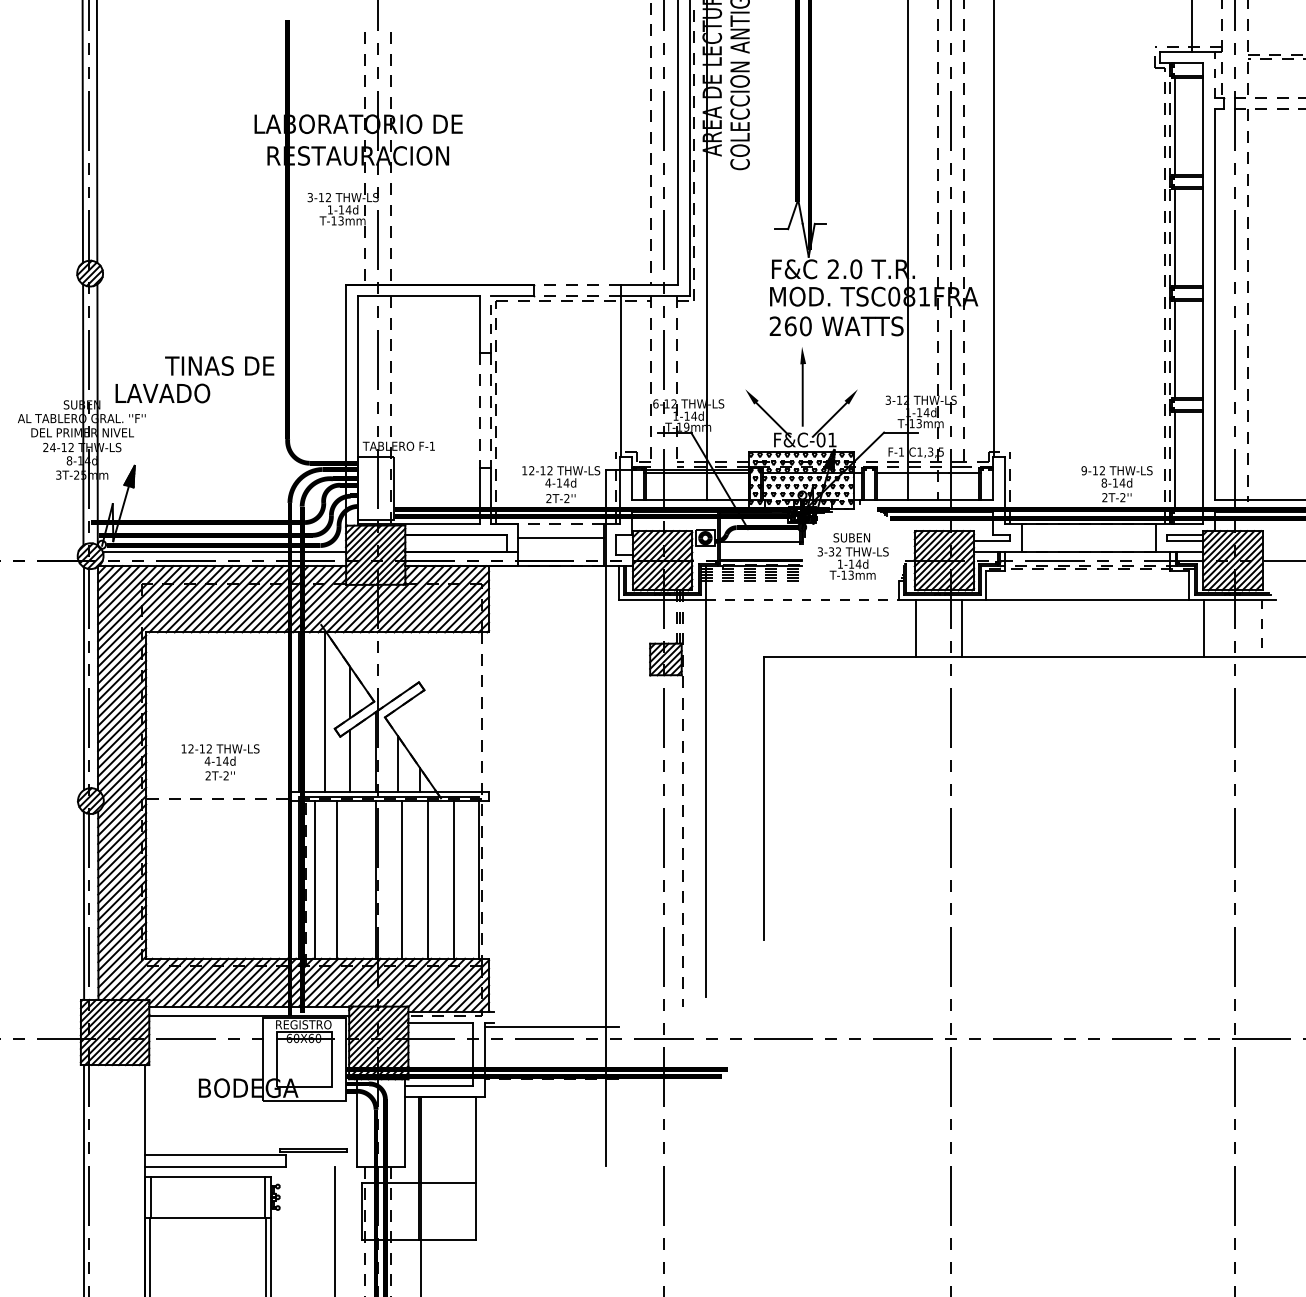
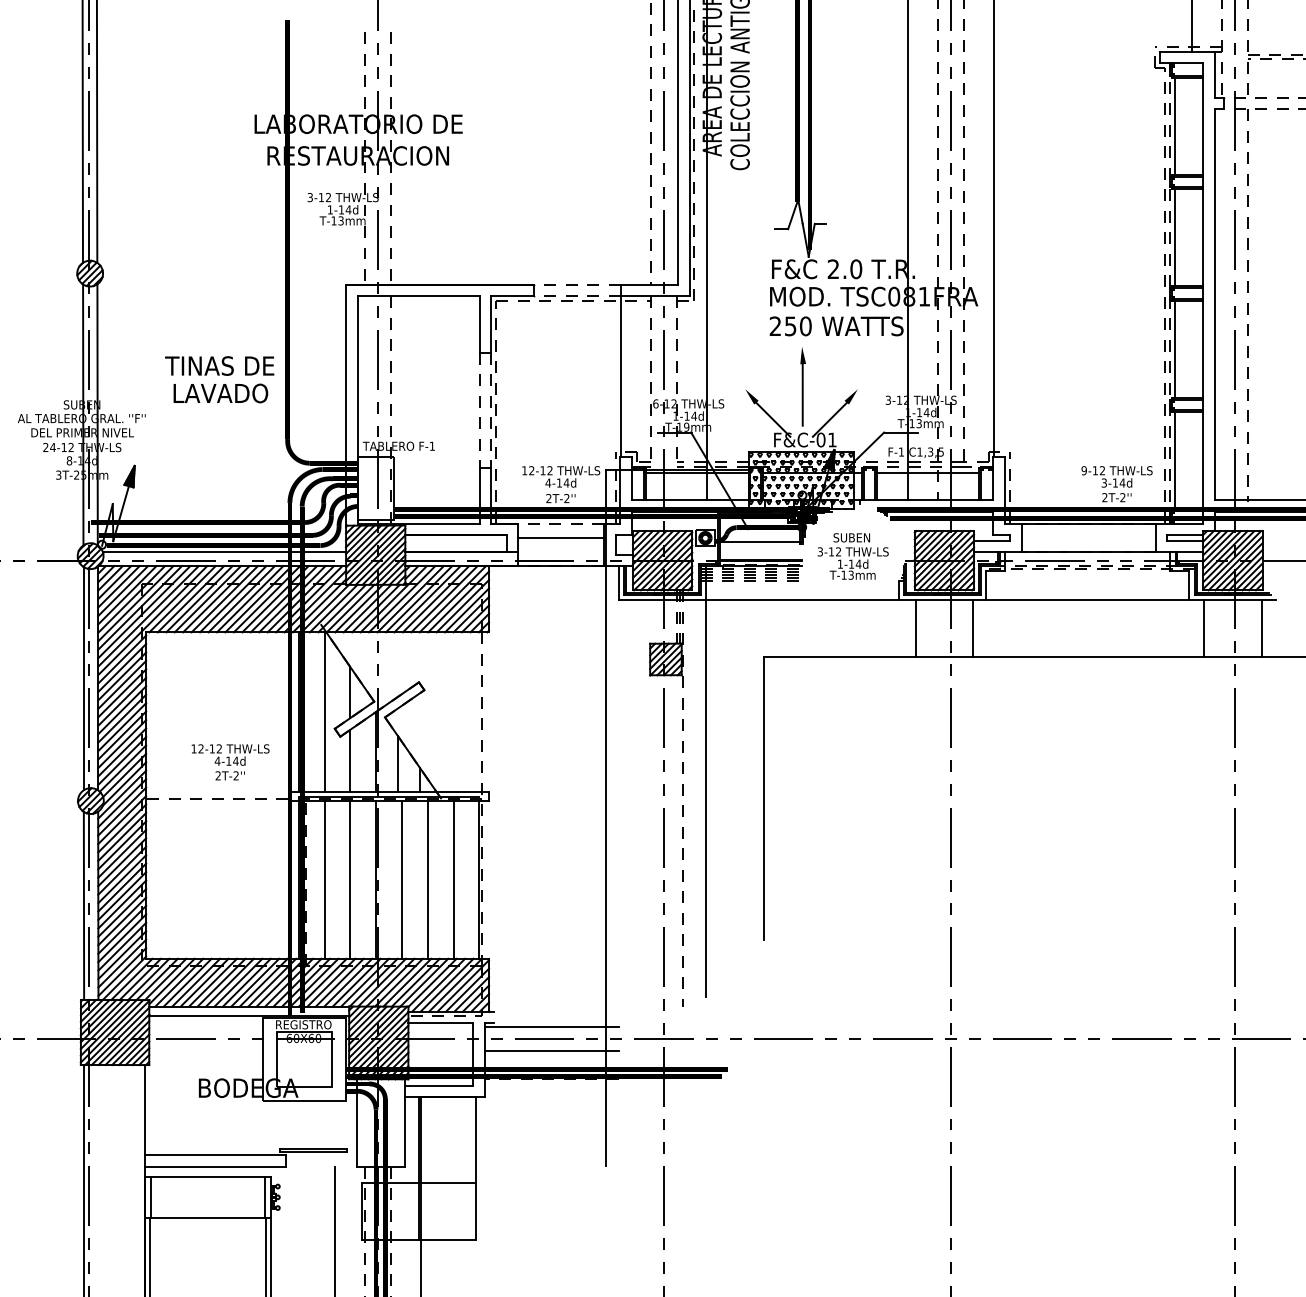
line at (1214, 74): dashed -> solid
line at (491, 324): dashed -> solid
text at (790, 326): 260 -> 250
text at (162, 393) position: (162, 393) -> (220, 393)
text at (1103, 482): 8-14d -> 3-14d
text at (831, 551): 3-32 -> 3-12
line at (803, 599): dashed -> solid
line at (962, 628) position: (962, 628) -> (973, 628)
line at (1261, 628): dashed -> solid
text at (220, 762) position: (220, 762) -> (230, 762)
line at (314, 879) position: (314, 879) -> (324, 879)
line at (337, 879) position: (337, 879) -> (350, 879)
line at (551, 1050): none -> present
